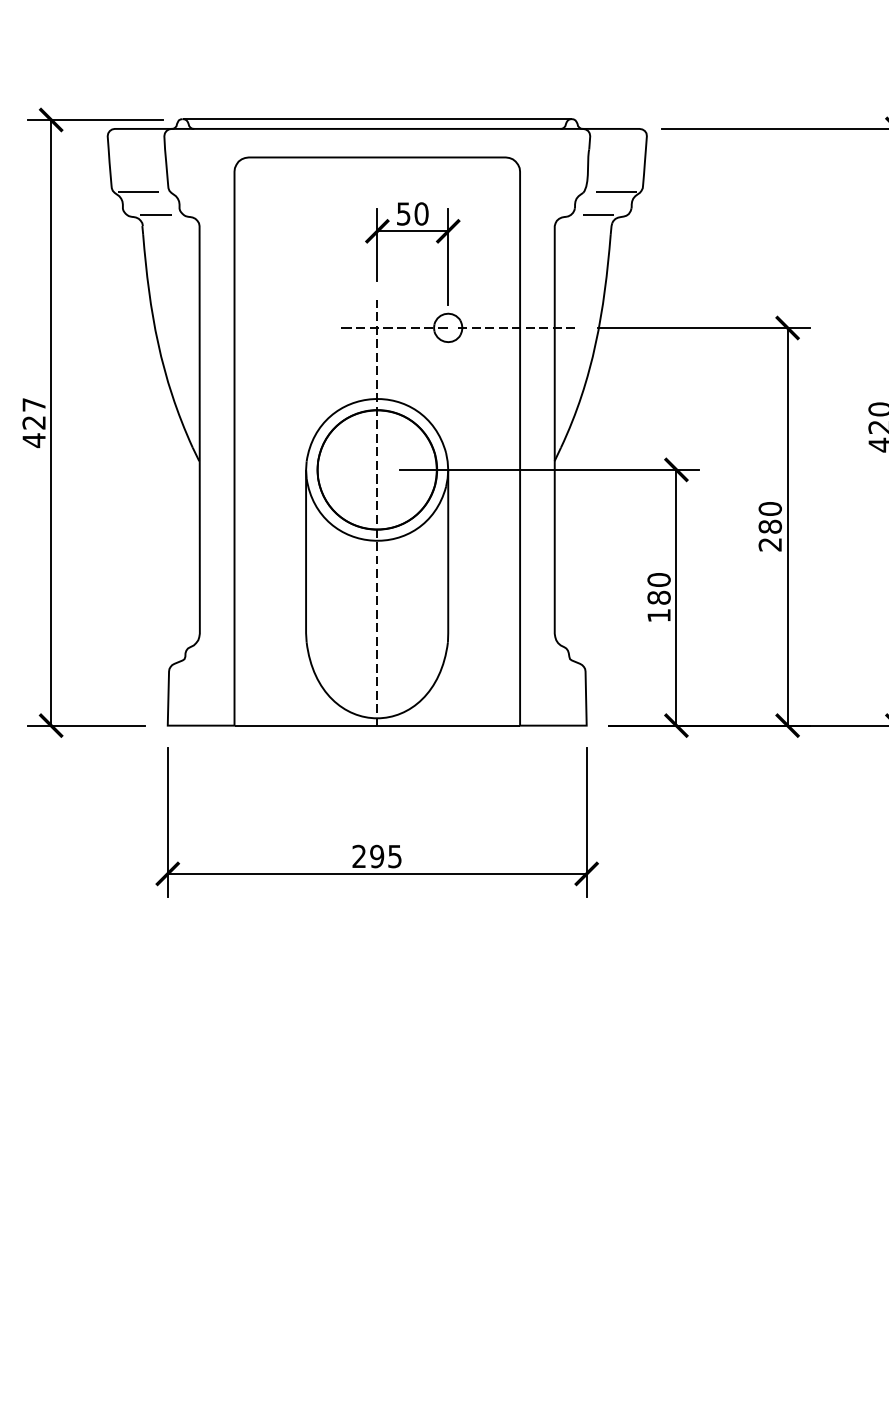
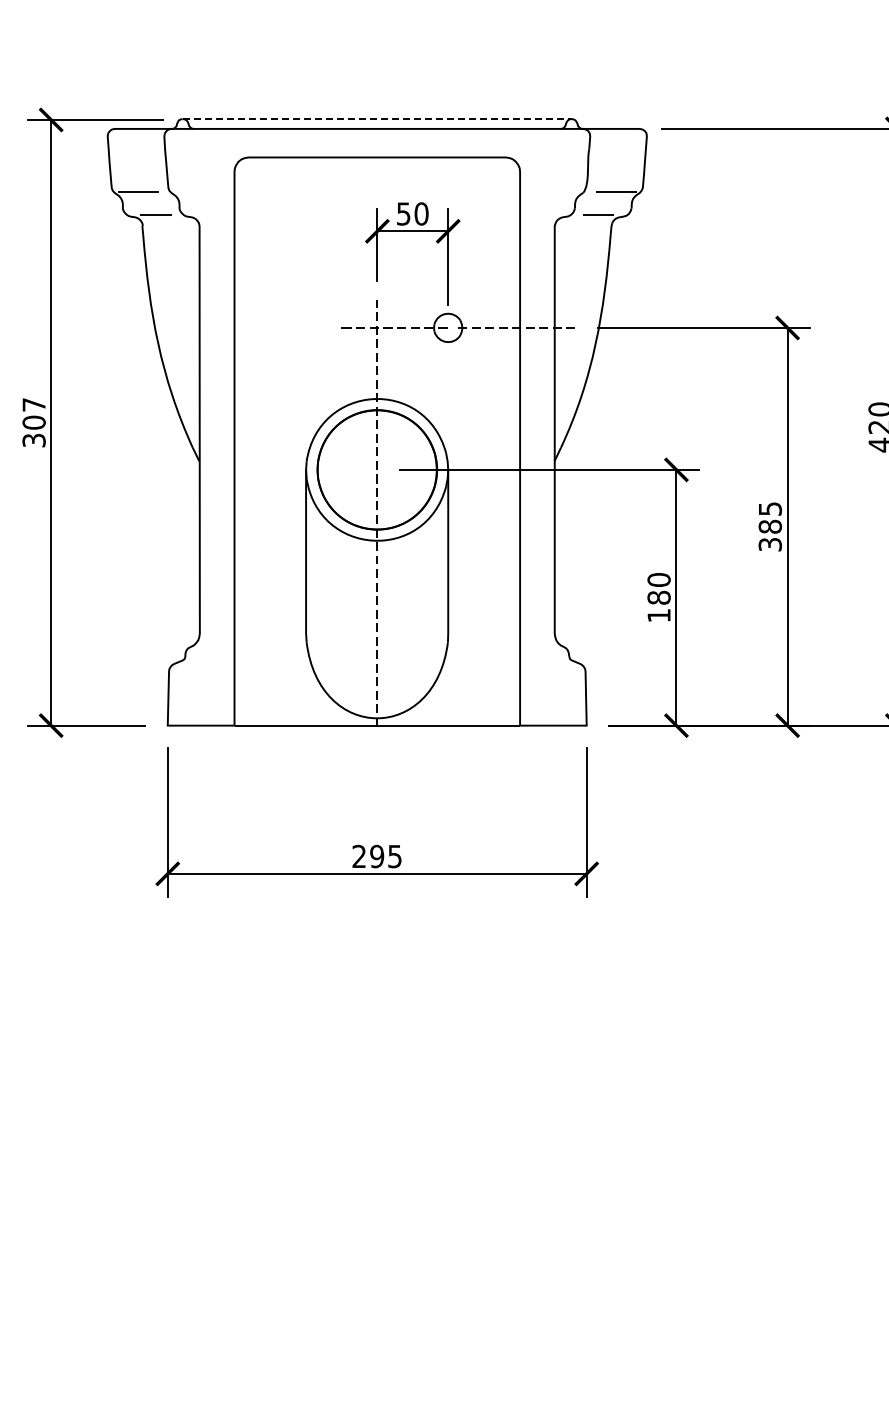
line at (377, 119): solid -> dashed
text at (33, 431): 427 -> 307
text at (770, 526): 280 -> 385
